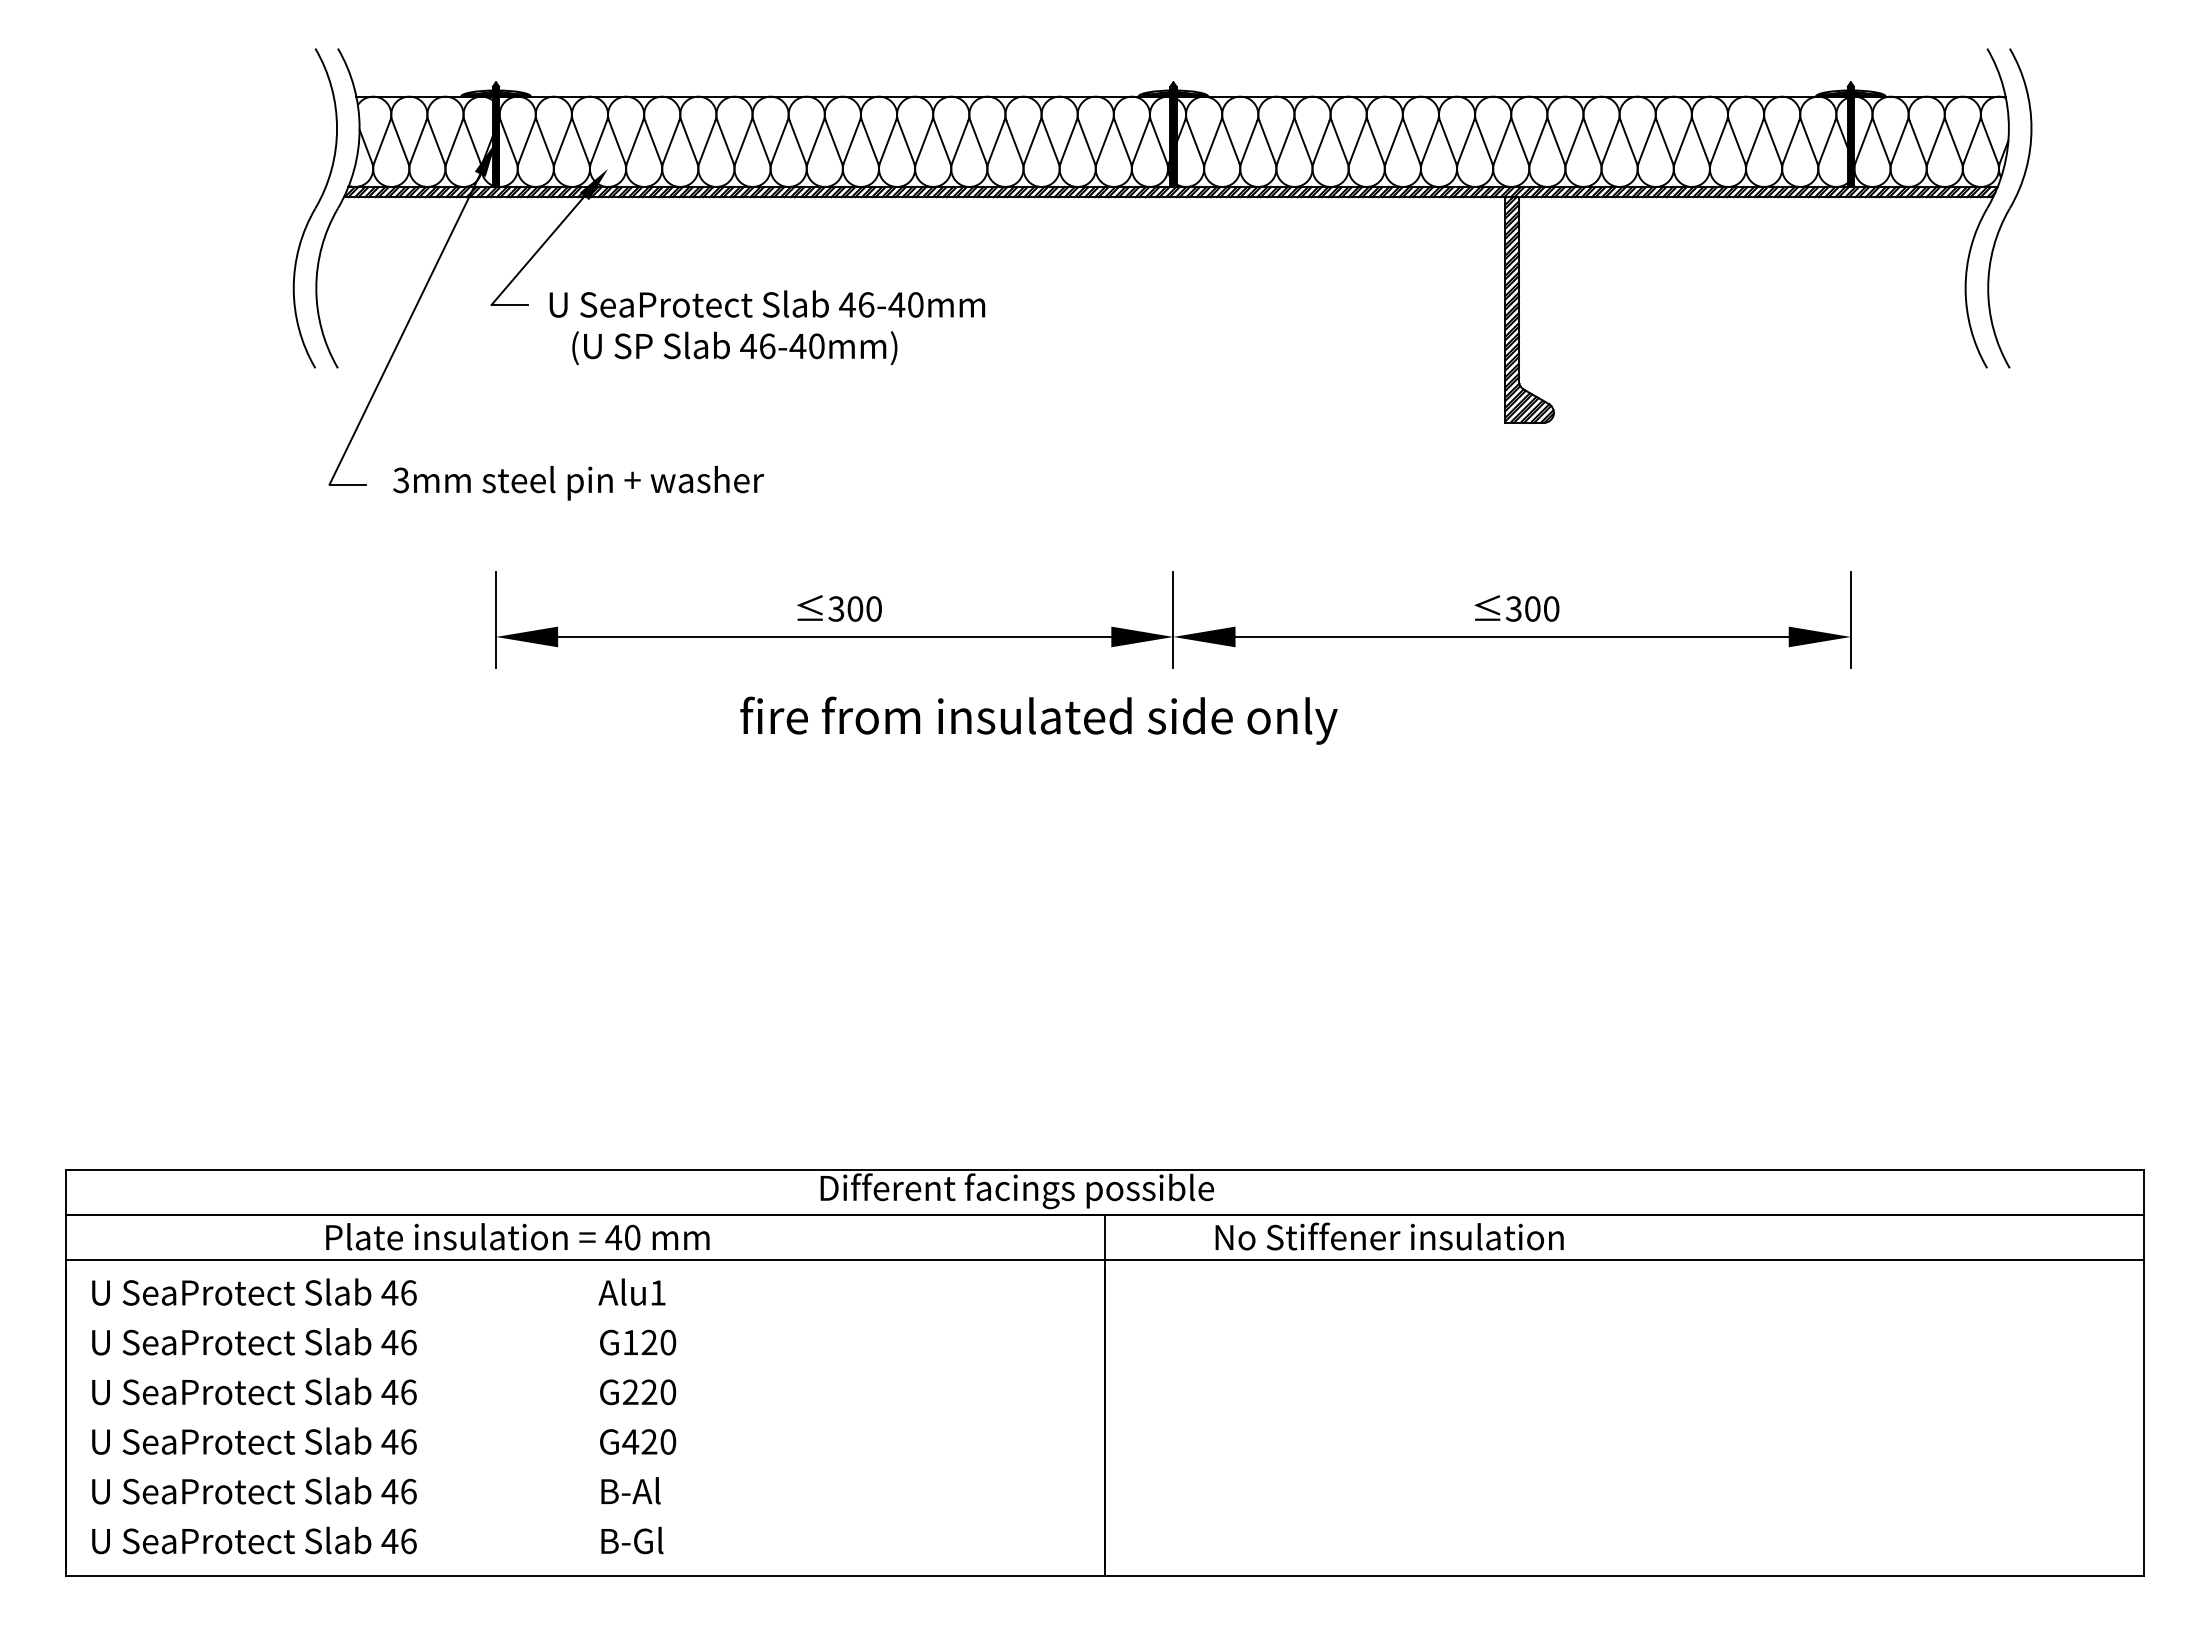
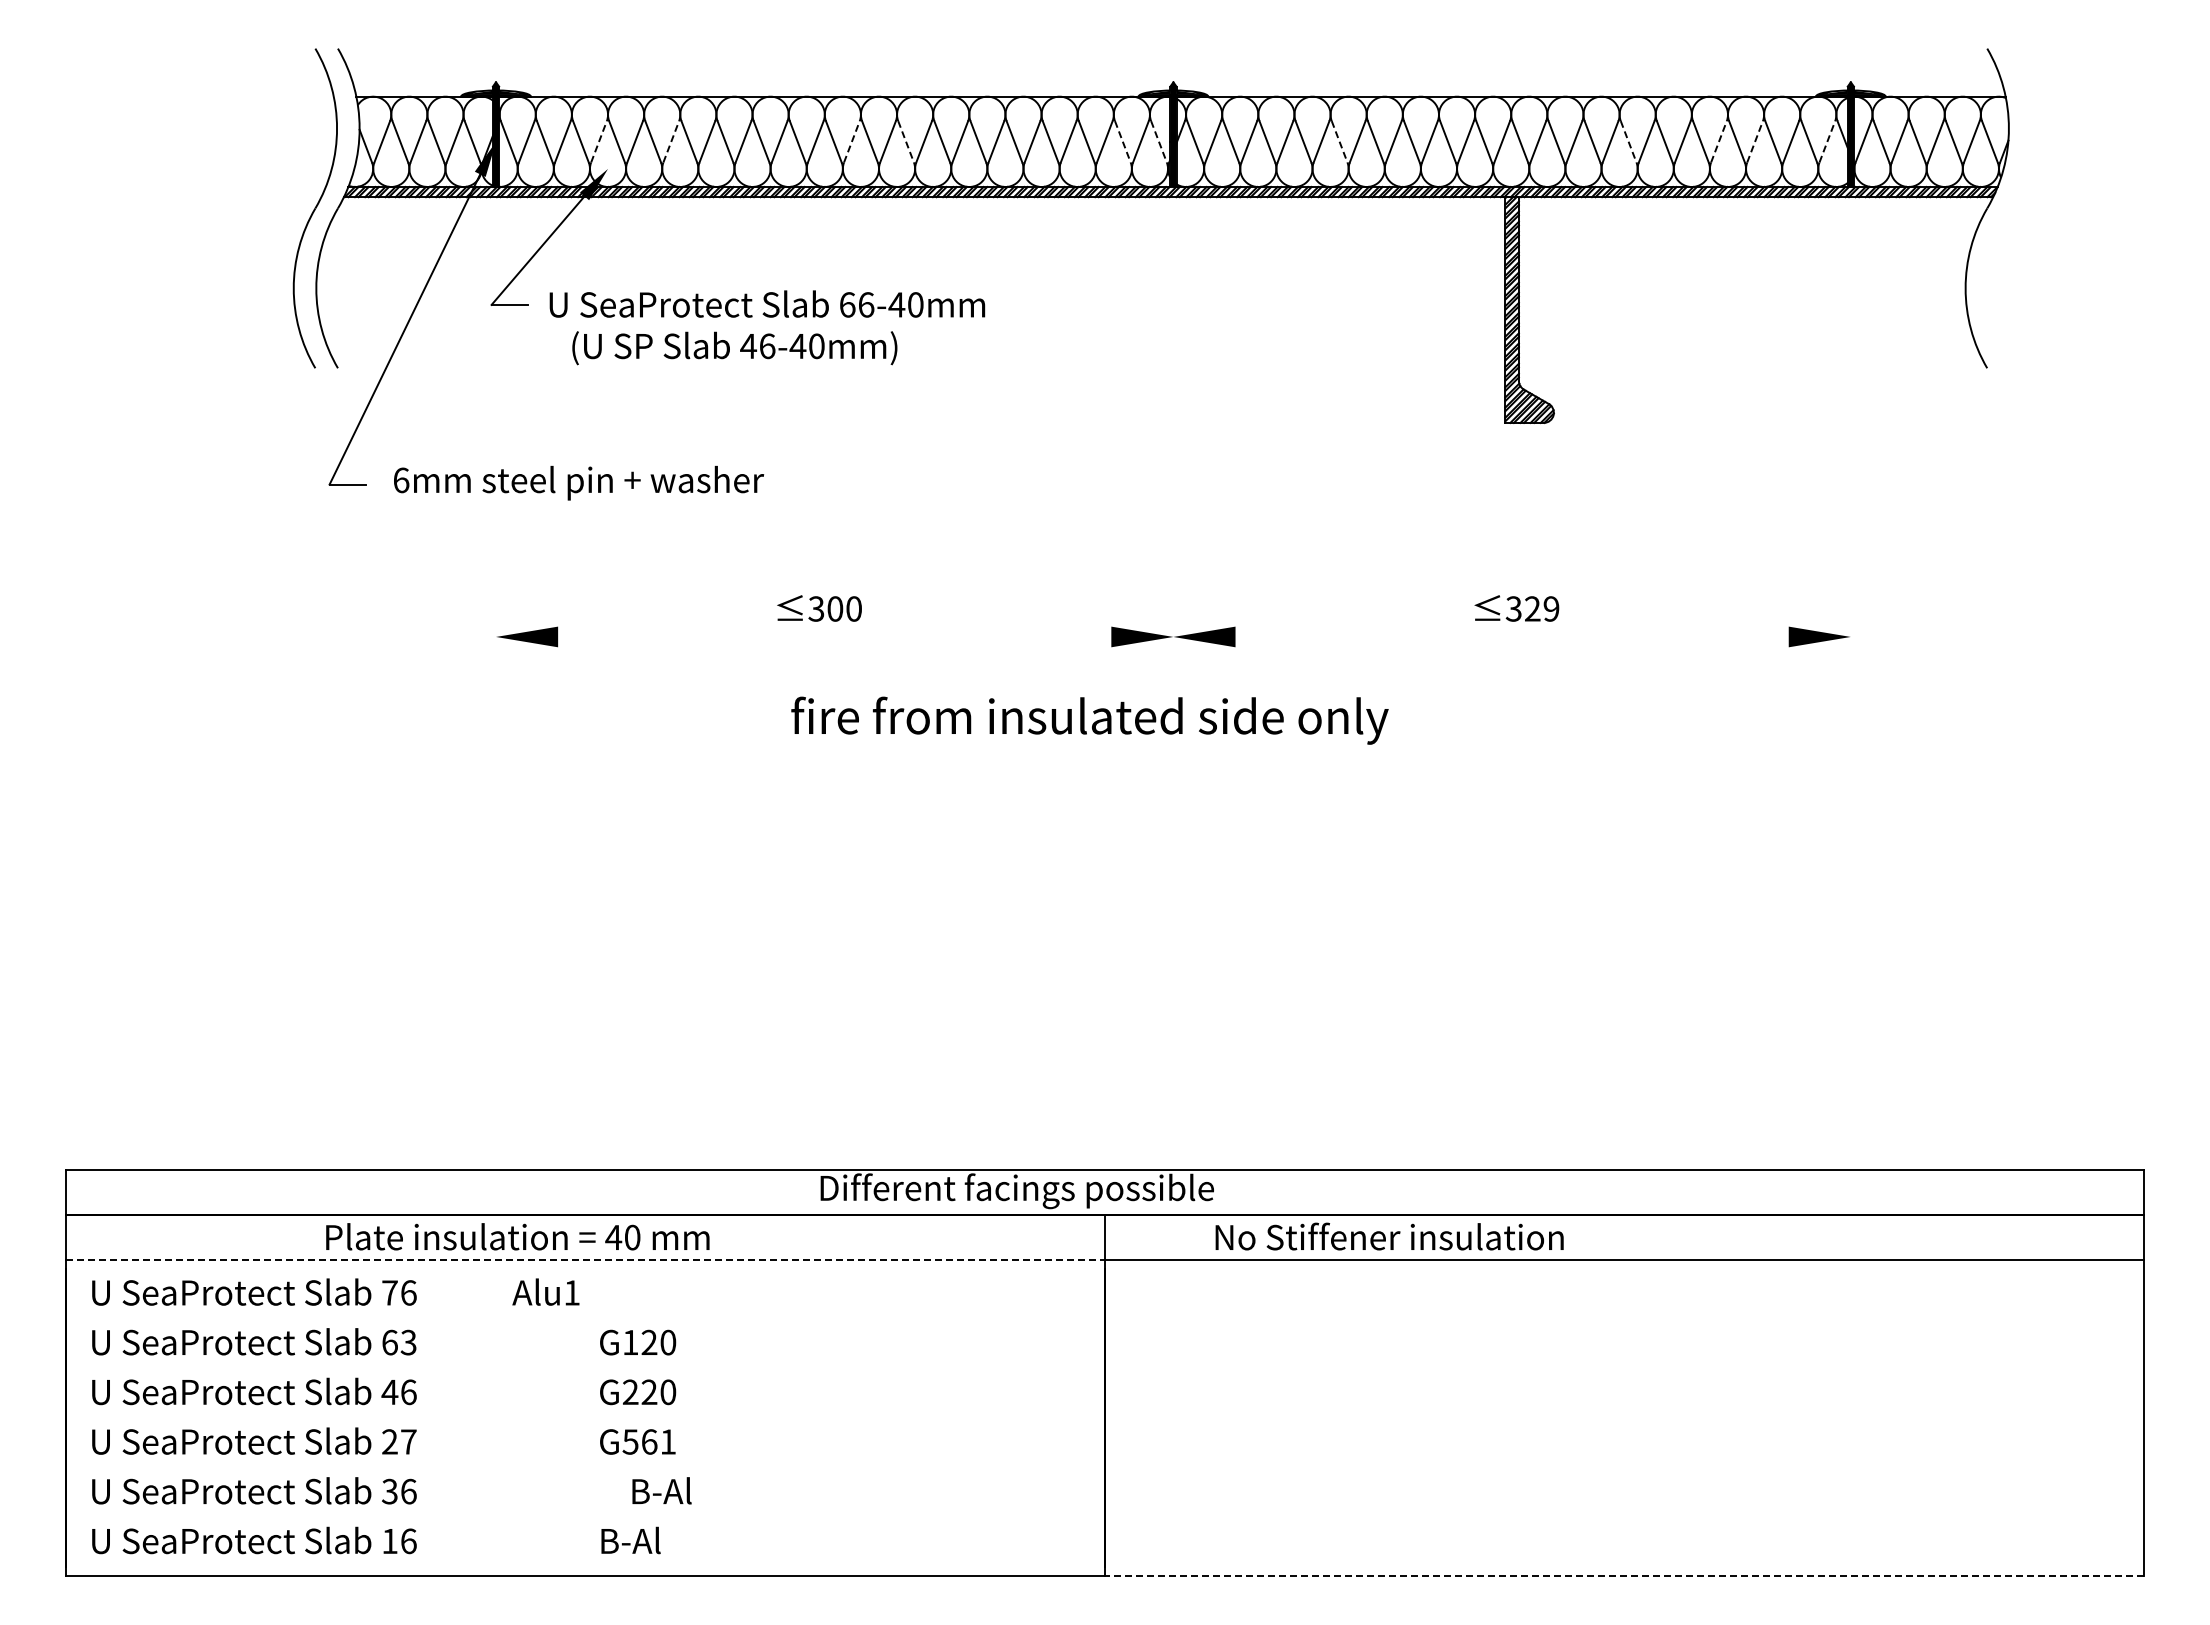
line at (599, 141): solid -> dashed
line at (671, 141): solid -> dashed
line at (852, 141): solid -> dashed
line at (1719, 141): solid -> dashed
line at (1755, 141): solid -> dashed
line at (1827, 141): solid -> dashed
line at (906, 142): solid -> dashed
line at (1123, 142): solid -> dashed
line at (1159, 142): solid -> dashed
line at (1339, 142): solid -> dashed
line at (1628, 142): solid -> dashed
part at (2009, 208): present -> none
text at (847, 304): 46-40mm -> 66-40mm
text at (401, 480): 3mm -> 6mm
text at (839, 608) position: (839, 608) -> (819, 608)
text at (1542, 608): 300 -> 329
line at (496, 619): present -> none
line at (1173, 619): present -> none
line at (1850, 619): present -> none
line at (834, 636): present -> none
line at (1511, 636): present -> none
text at (1038, 720) position: (1038, 720) -> (1089, 720)
line at (586, 1260): solid -> dashed
text at (631, 1291) position: (631, 1291) -> (545, 1291)
text at (389, 1292): 46 -> 76
text at (398, 1342): 46 -> 63
text at (398, 1441): 46 -> 27
text at (649, 1441): G420 -> G561
text at (630, 1490) position: (630, 1490) -> (661, 1490)
text at (389, 1491): 46 -> 36
text at (647, 1540): B-Gl -> B-Al
text at (389, 1541): 46 -> 16
line at (1623, 1576): solid -> dashed
